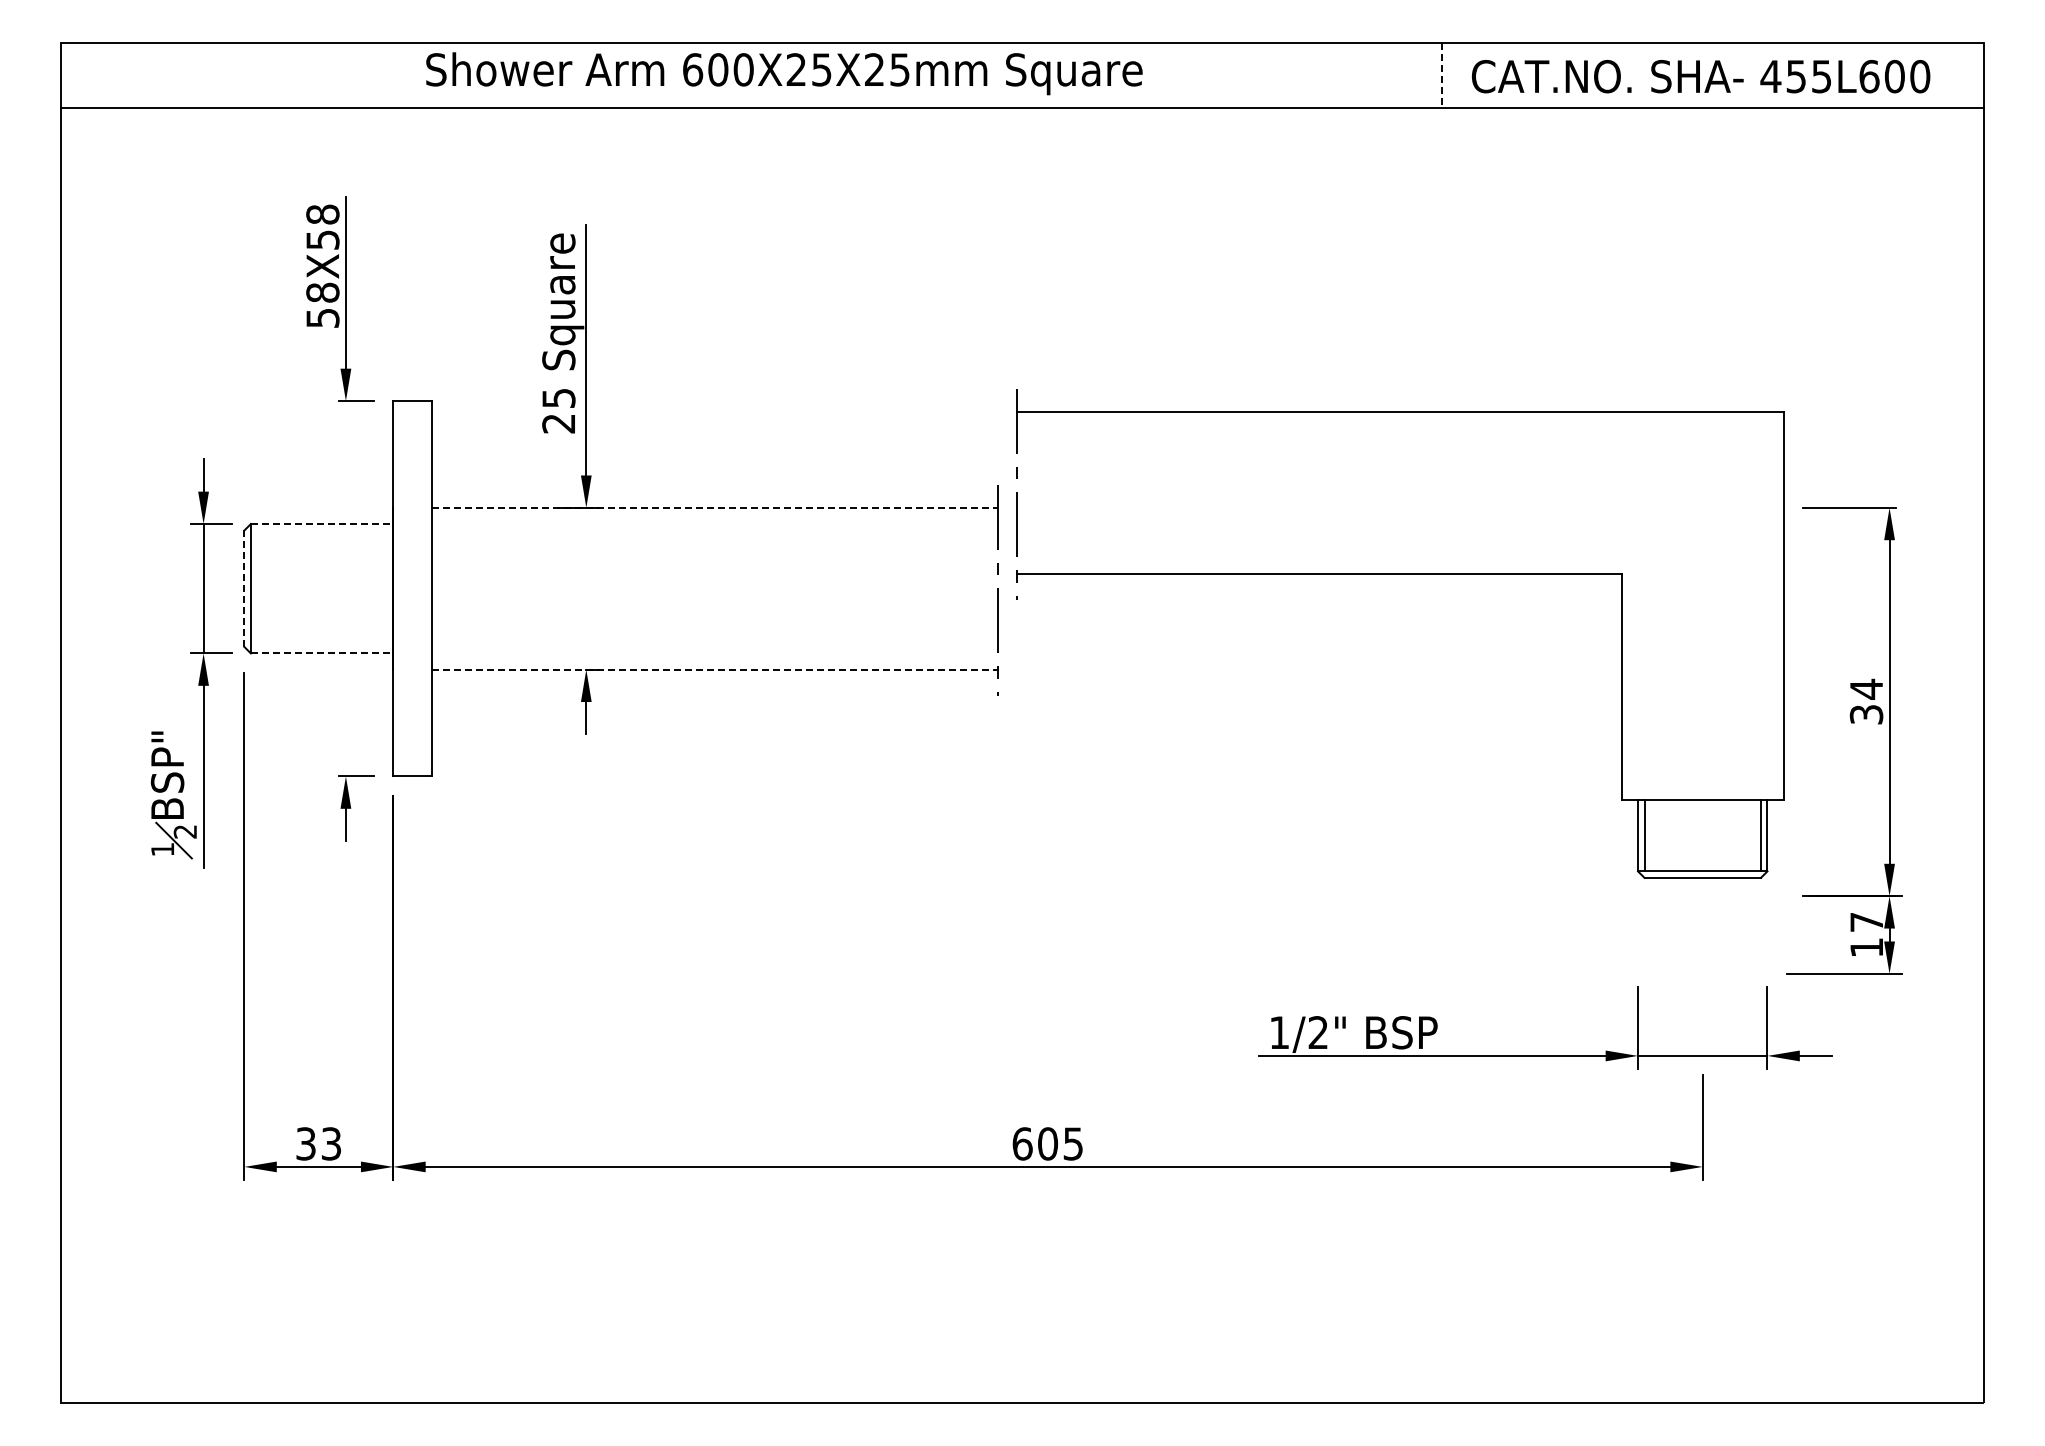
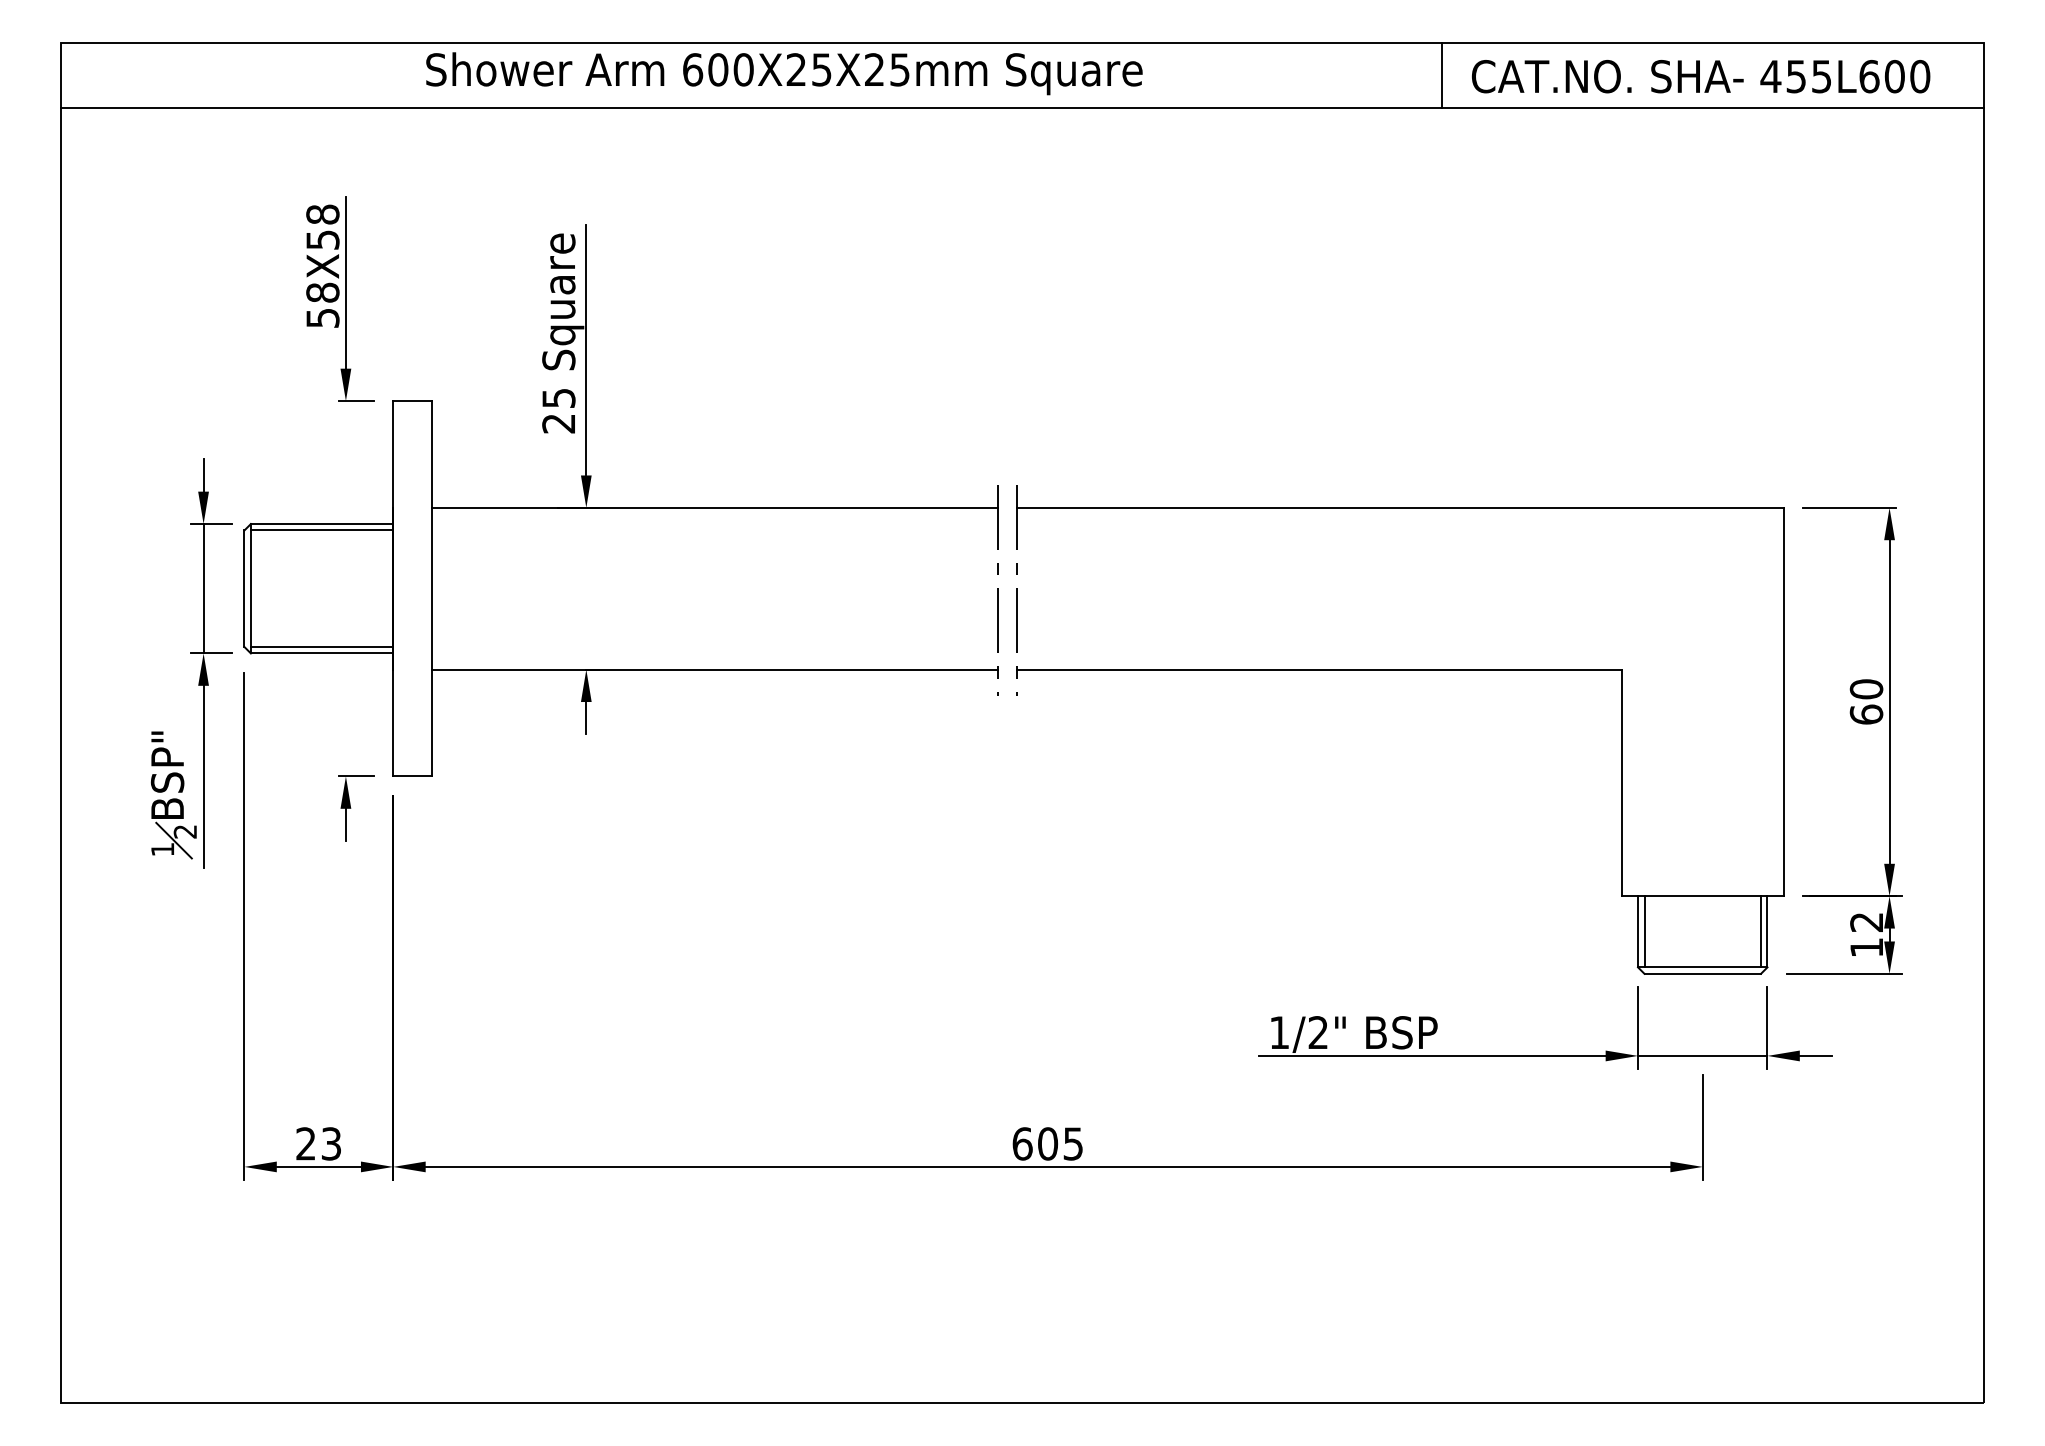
line at (1441, 76): dashed -> solid
line at (714, 507): dashed -> solid
line at (322, 524): dashed -> solid
line at (321, 530): none -> present
part at (1400, 574) position: (1400, 574) -> (1400, 670)
line at (244, 589): dashed -> solid
line at (321, 647): none -> present
line at (322, 653): dashed -> solid
line at (714, 669): dashed -> solid
text at (1866, 701): 34 -> 60
text at (1866, 922): 17 -> 12
text at (305, 1143): 33 -> 23
